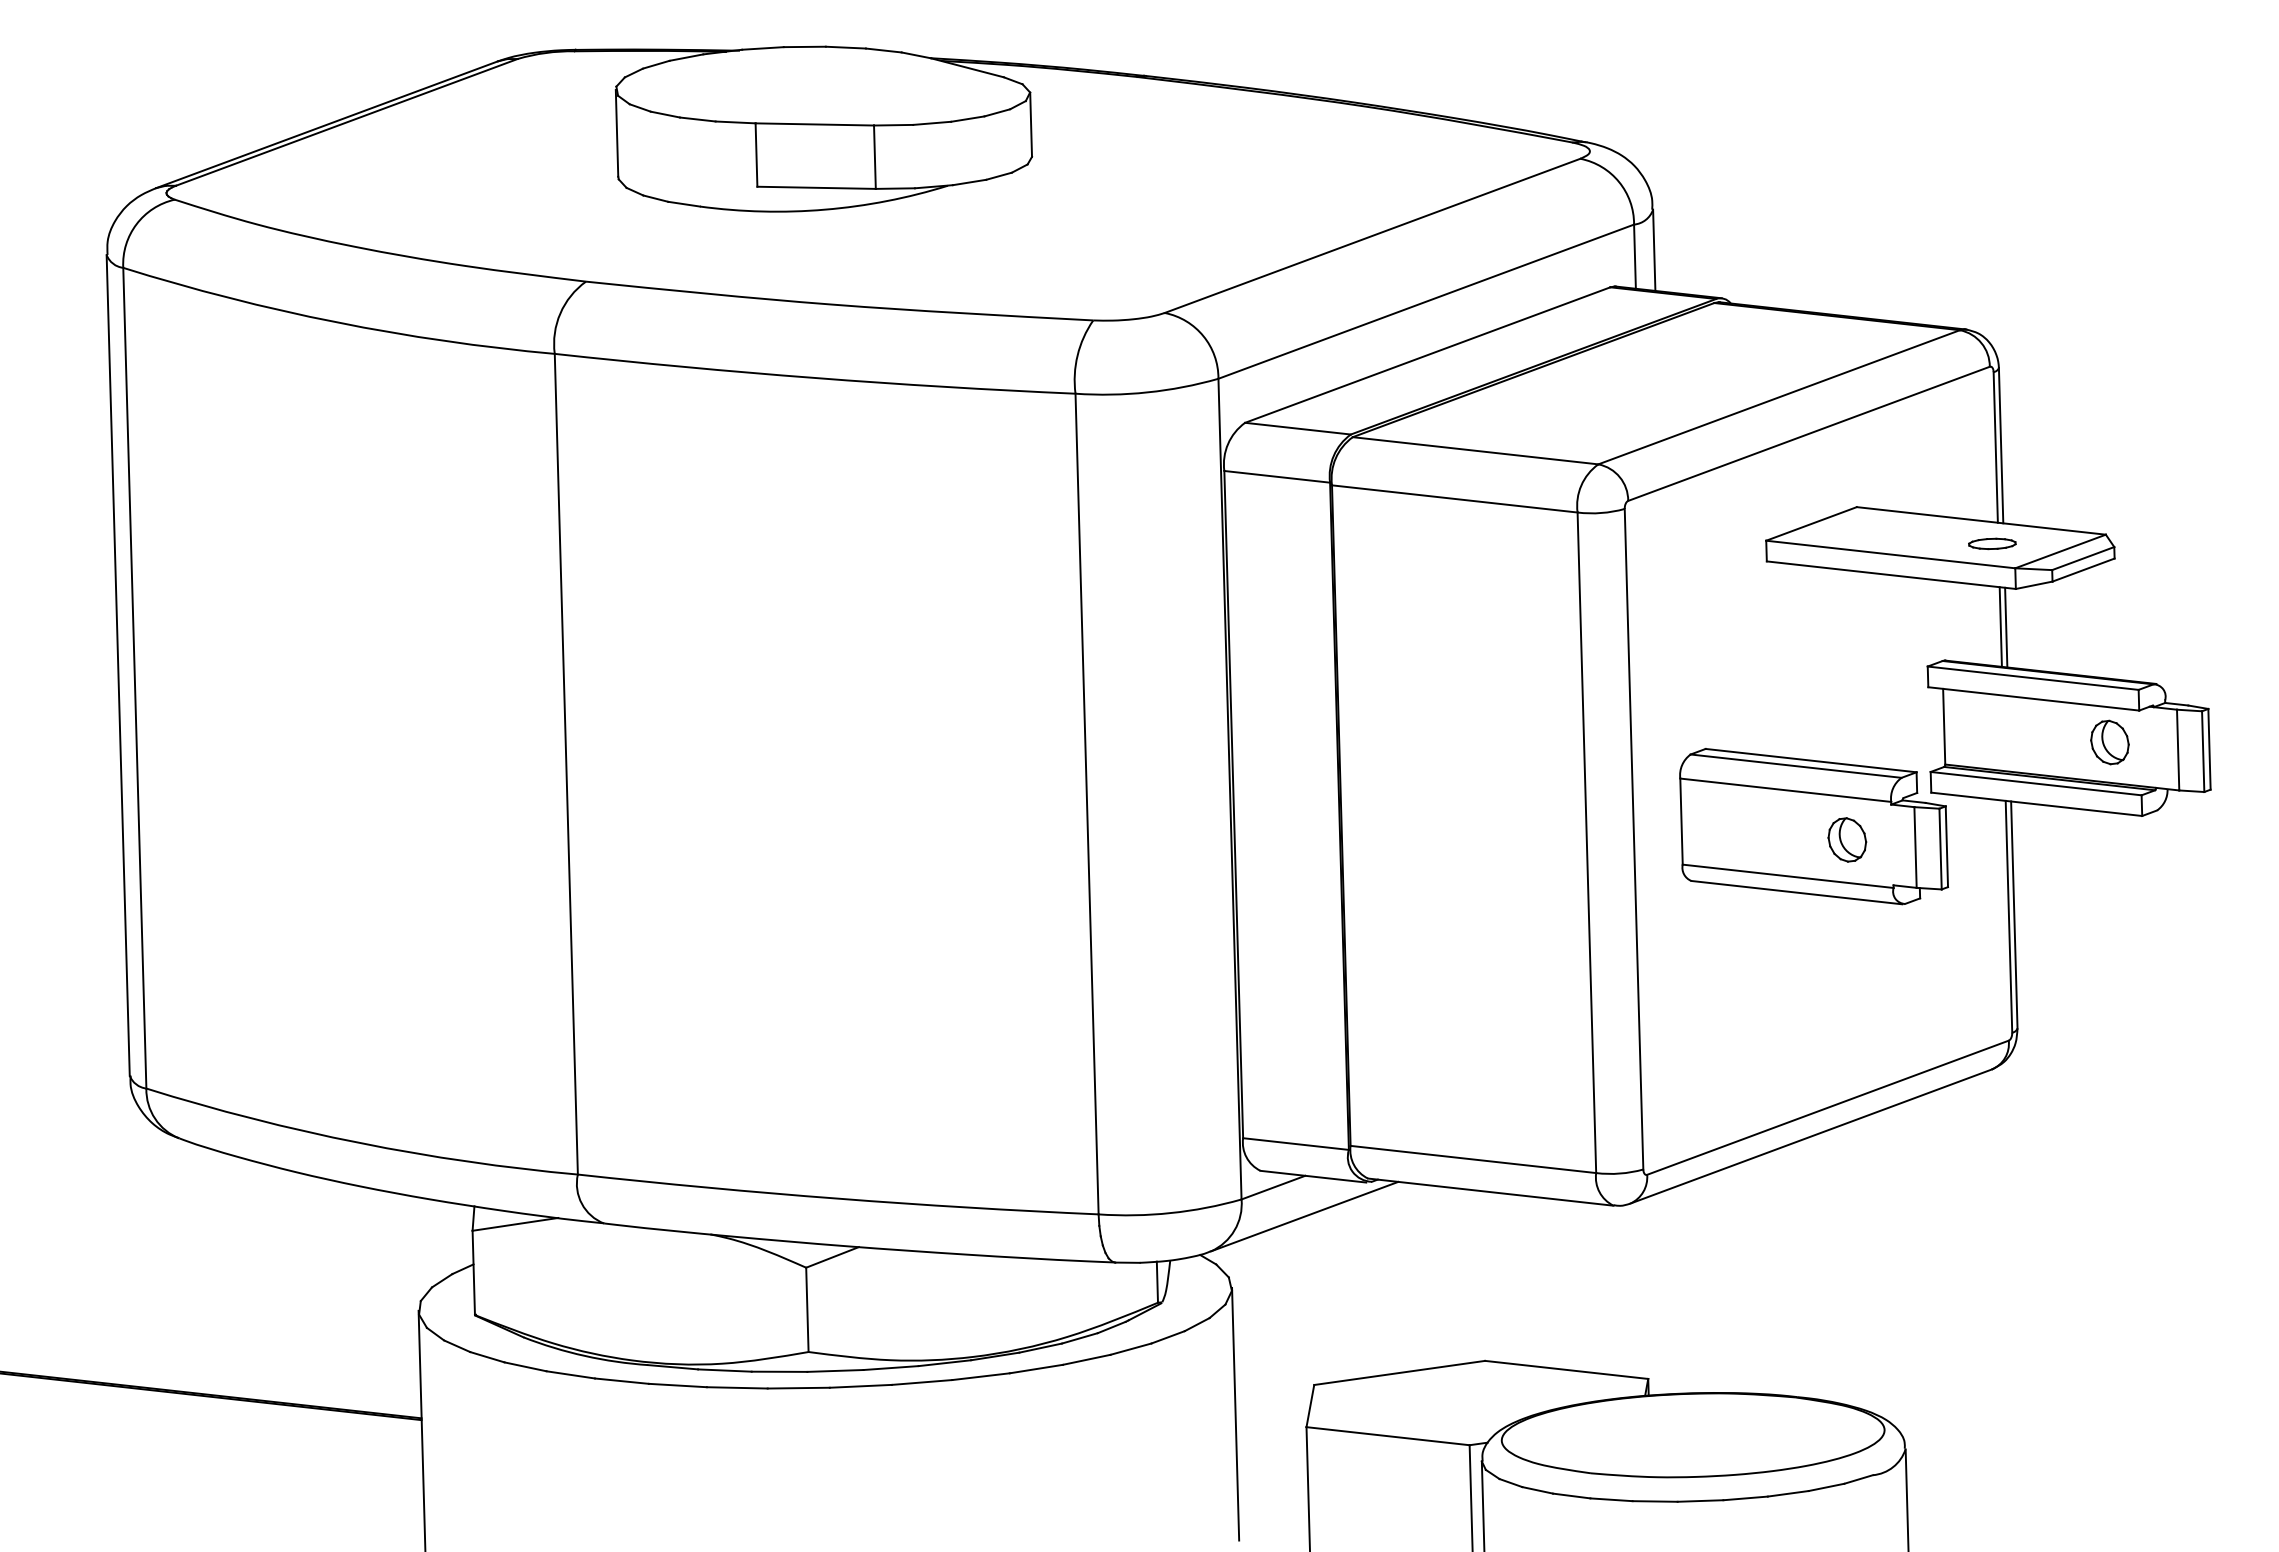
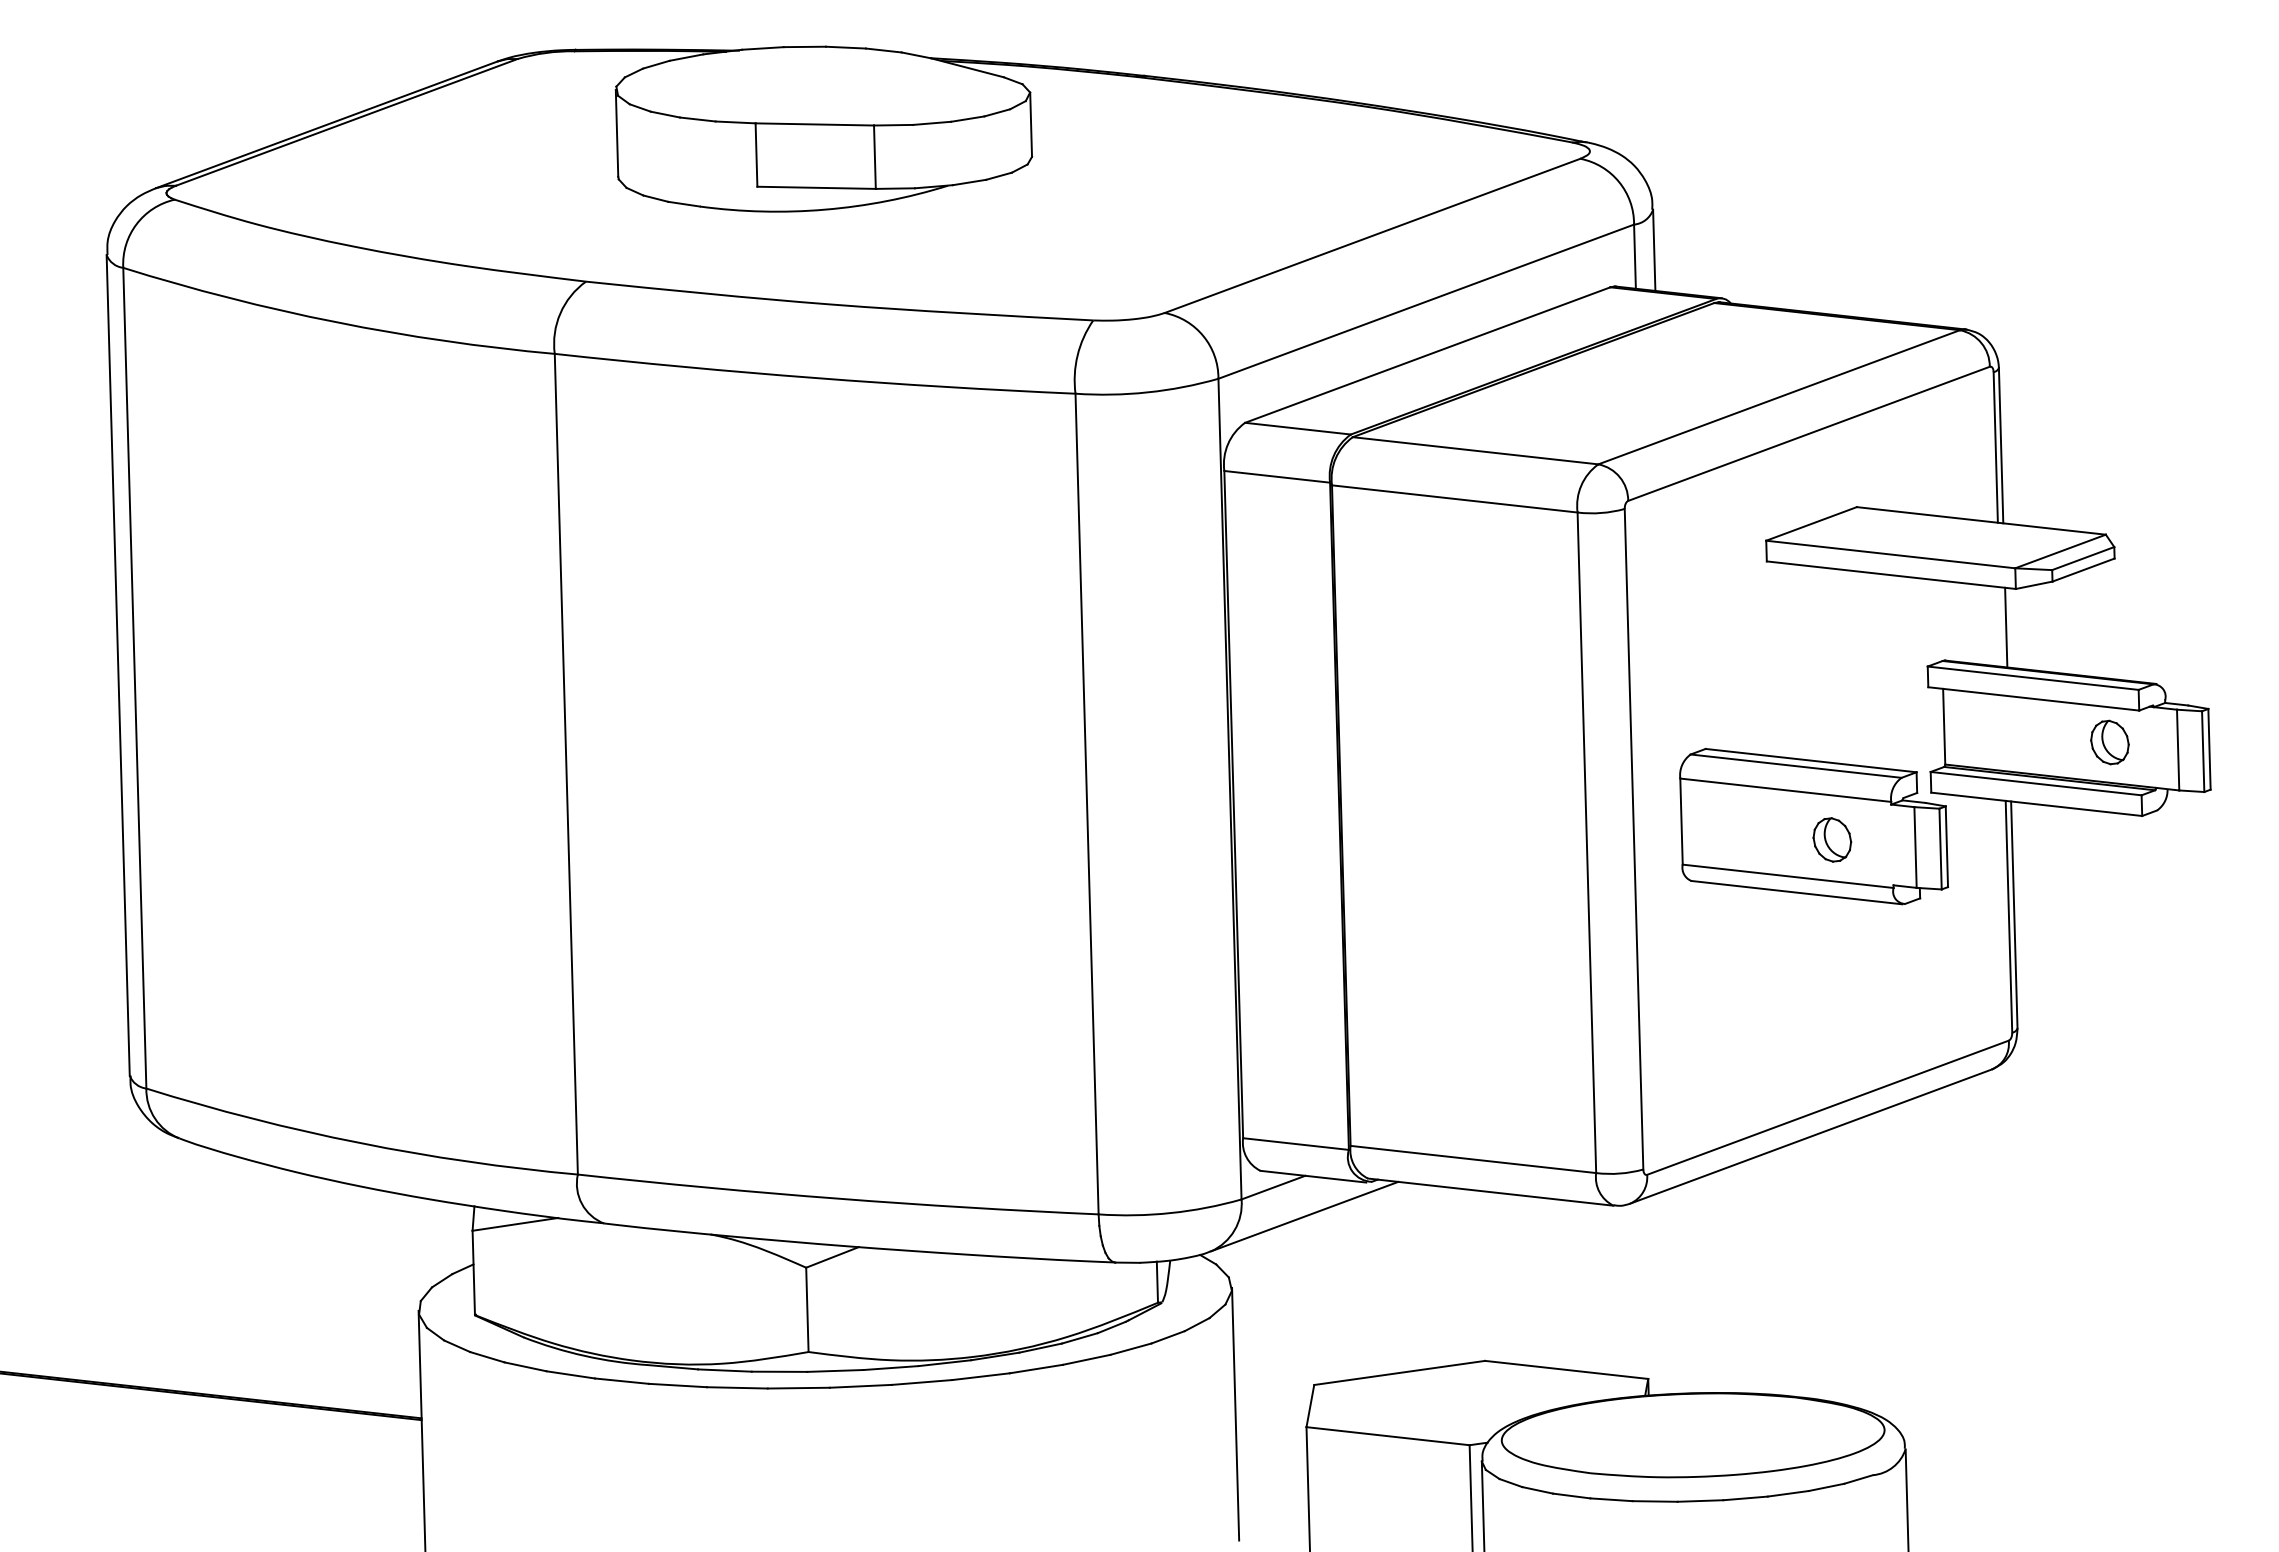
part at (1992, 543): present -> none
line at (2000, 626): present -> none
part at (1847, 839) position: (1847, 839) -> (1832, 839)
